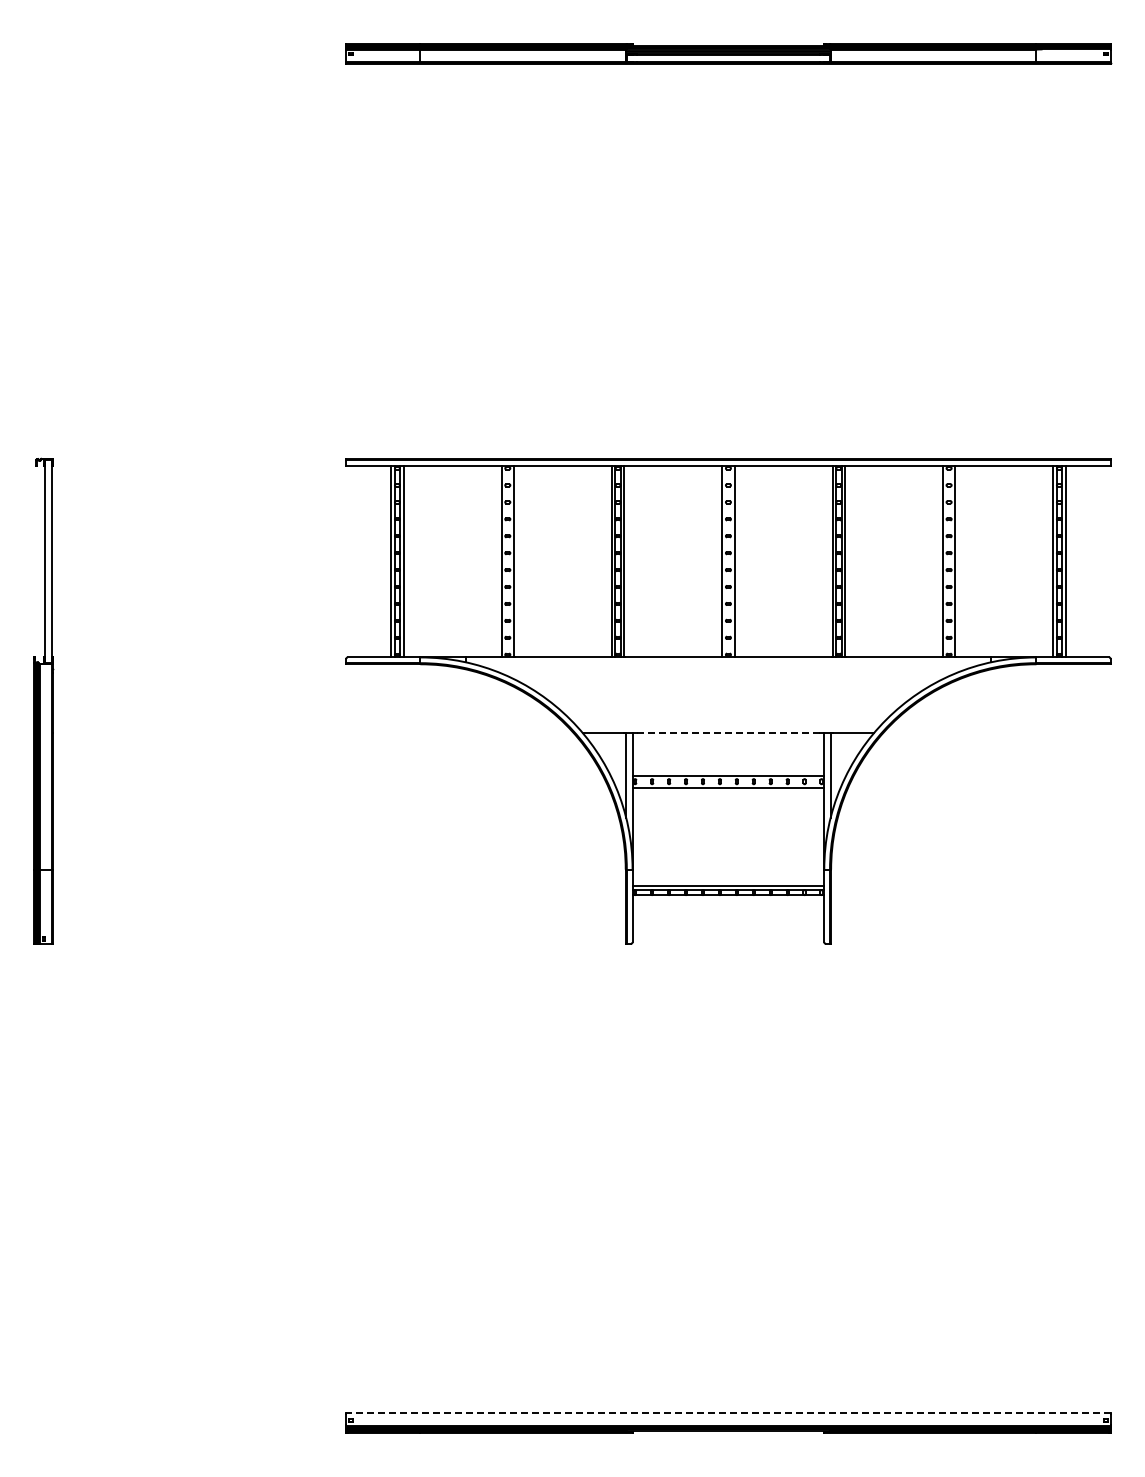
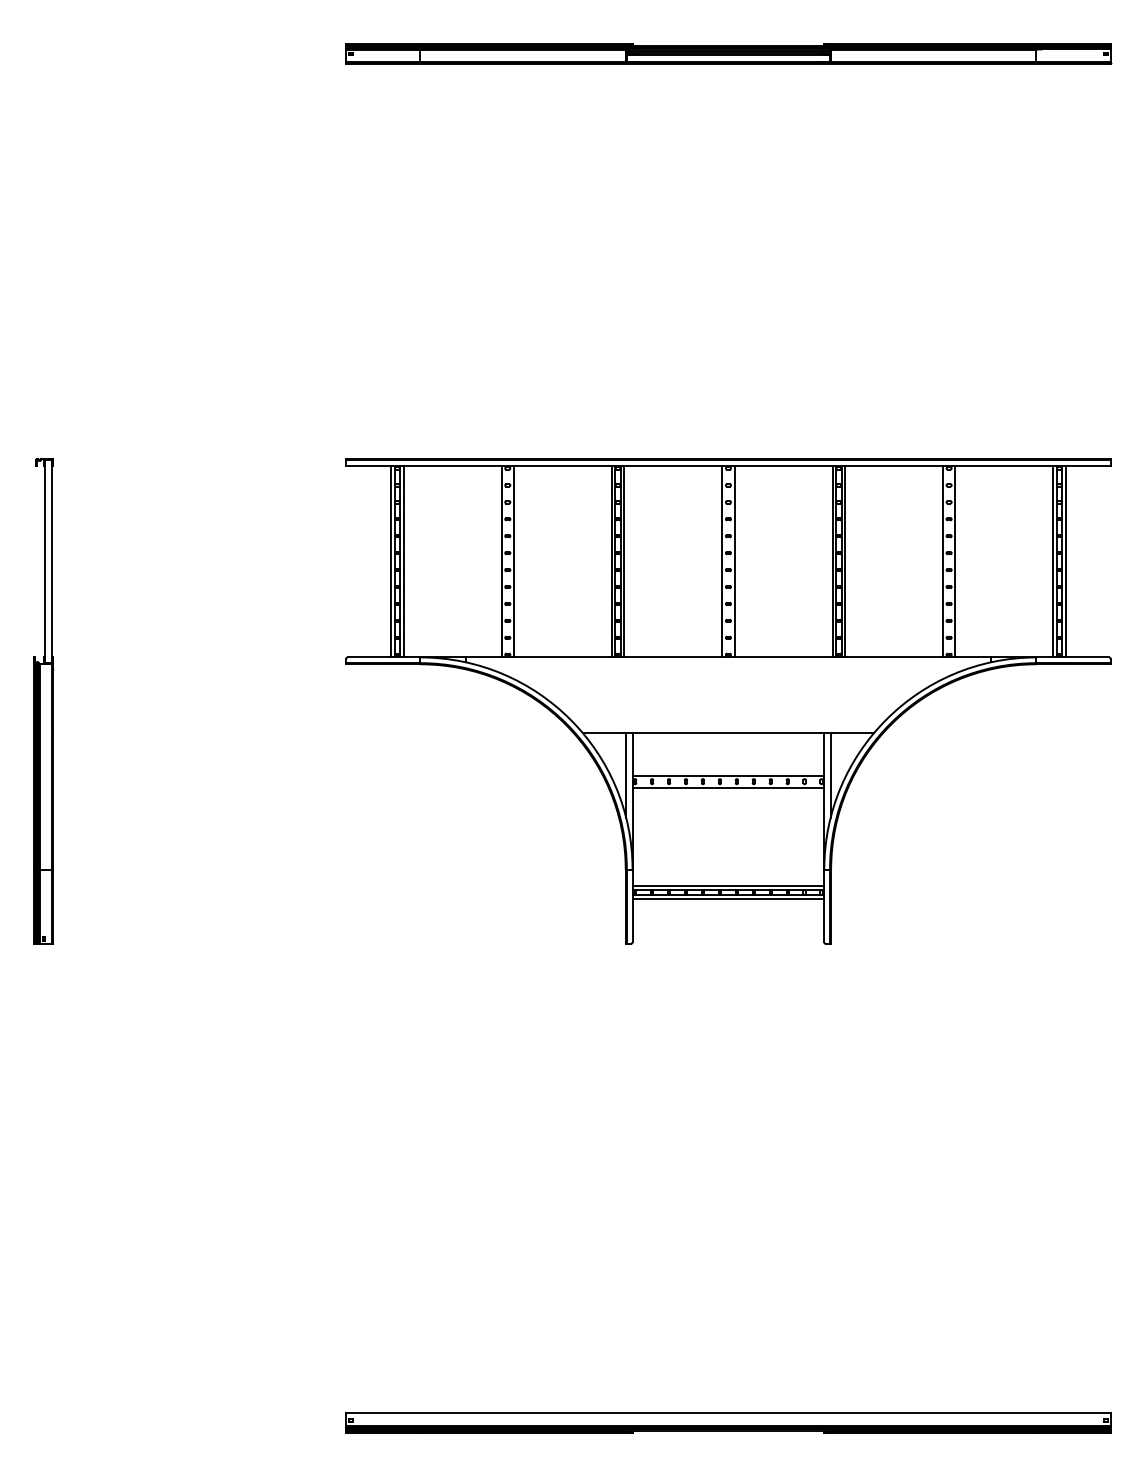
line at (728, 733): dashed -> solid
line at (728, 898): none -> present
line at (727, 1413): dashed -> solid
